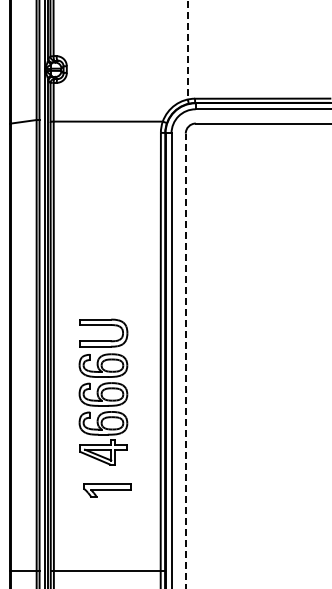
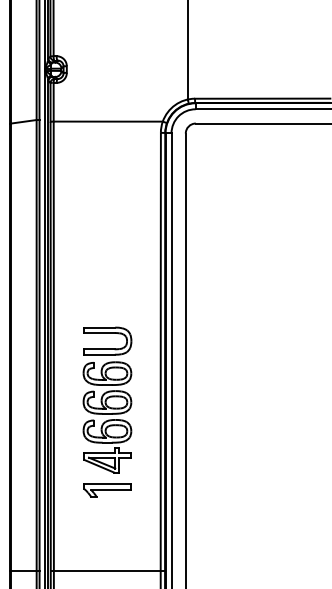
line at (187, 50): dashed -> solid
line at (185, 360): dashed -> solid
part at (103, 391) position: (103, 391) -> (107, 399)
